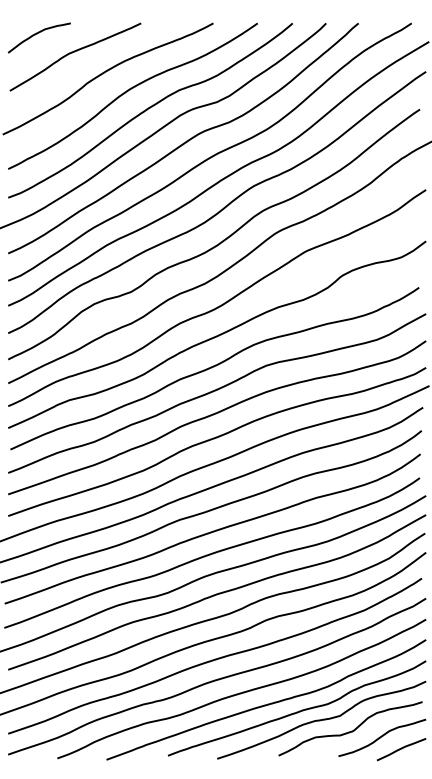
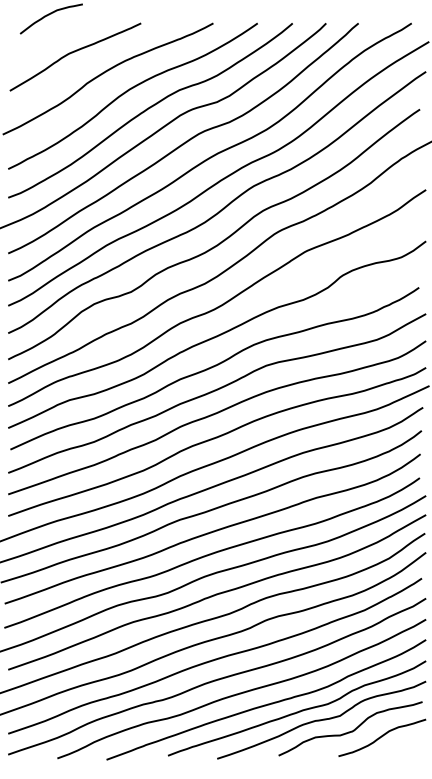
curve at (37, 34) position: (37, 34) -> (49, 15)
curve at (401, 749): present -> none
